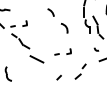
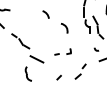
arc at (50, 11) position: (50, 11) -> (45, 13)
part at (18, 23): present -> none
part at (7, 73) position: (7, 73) -> (27, 73)
